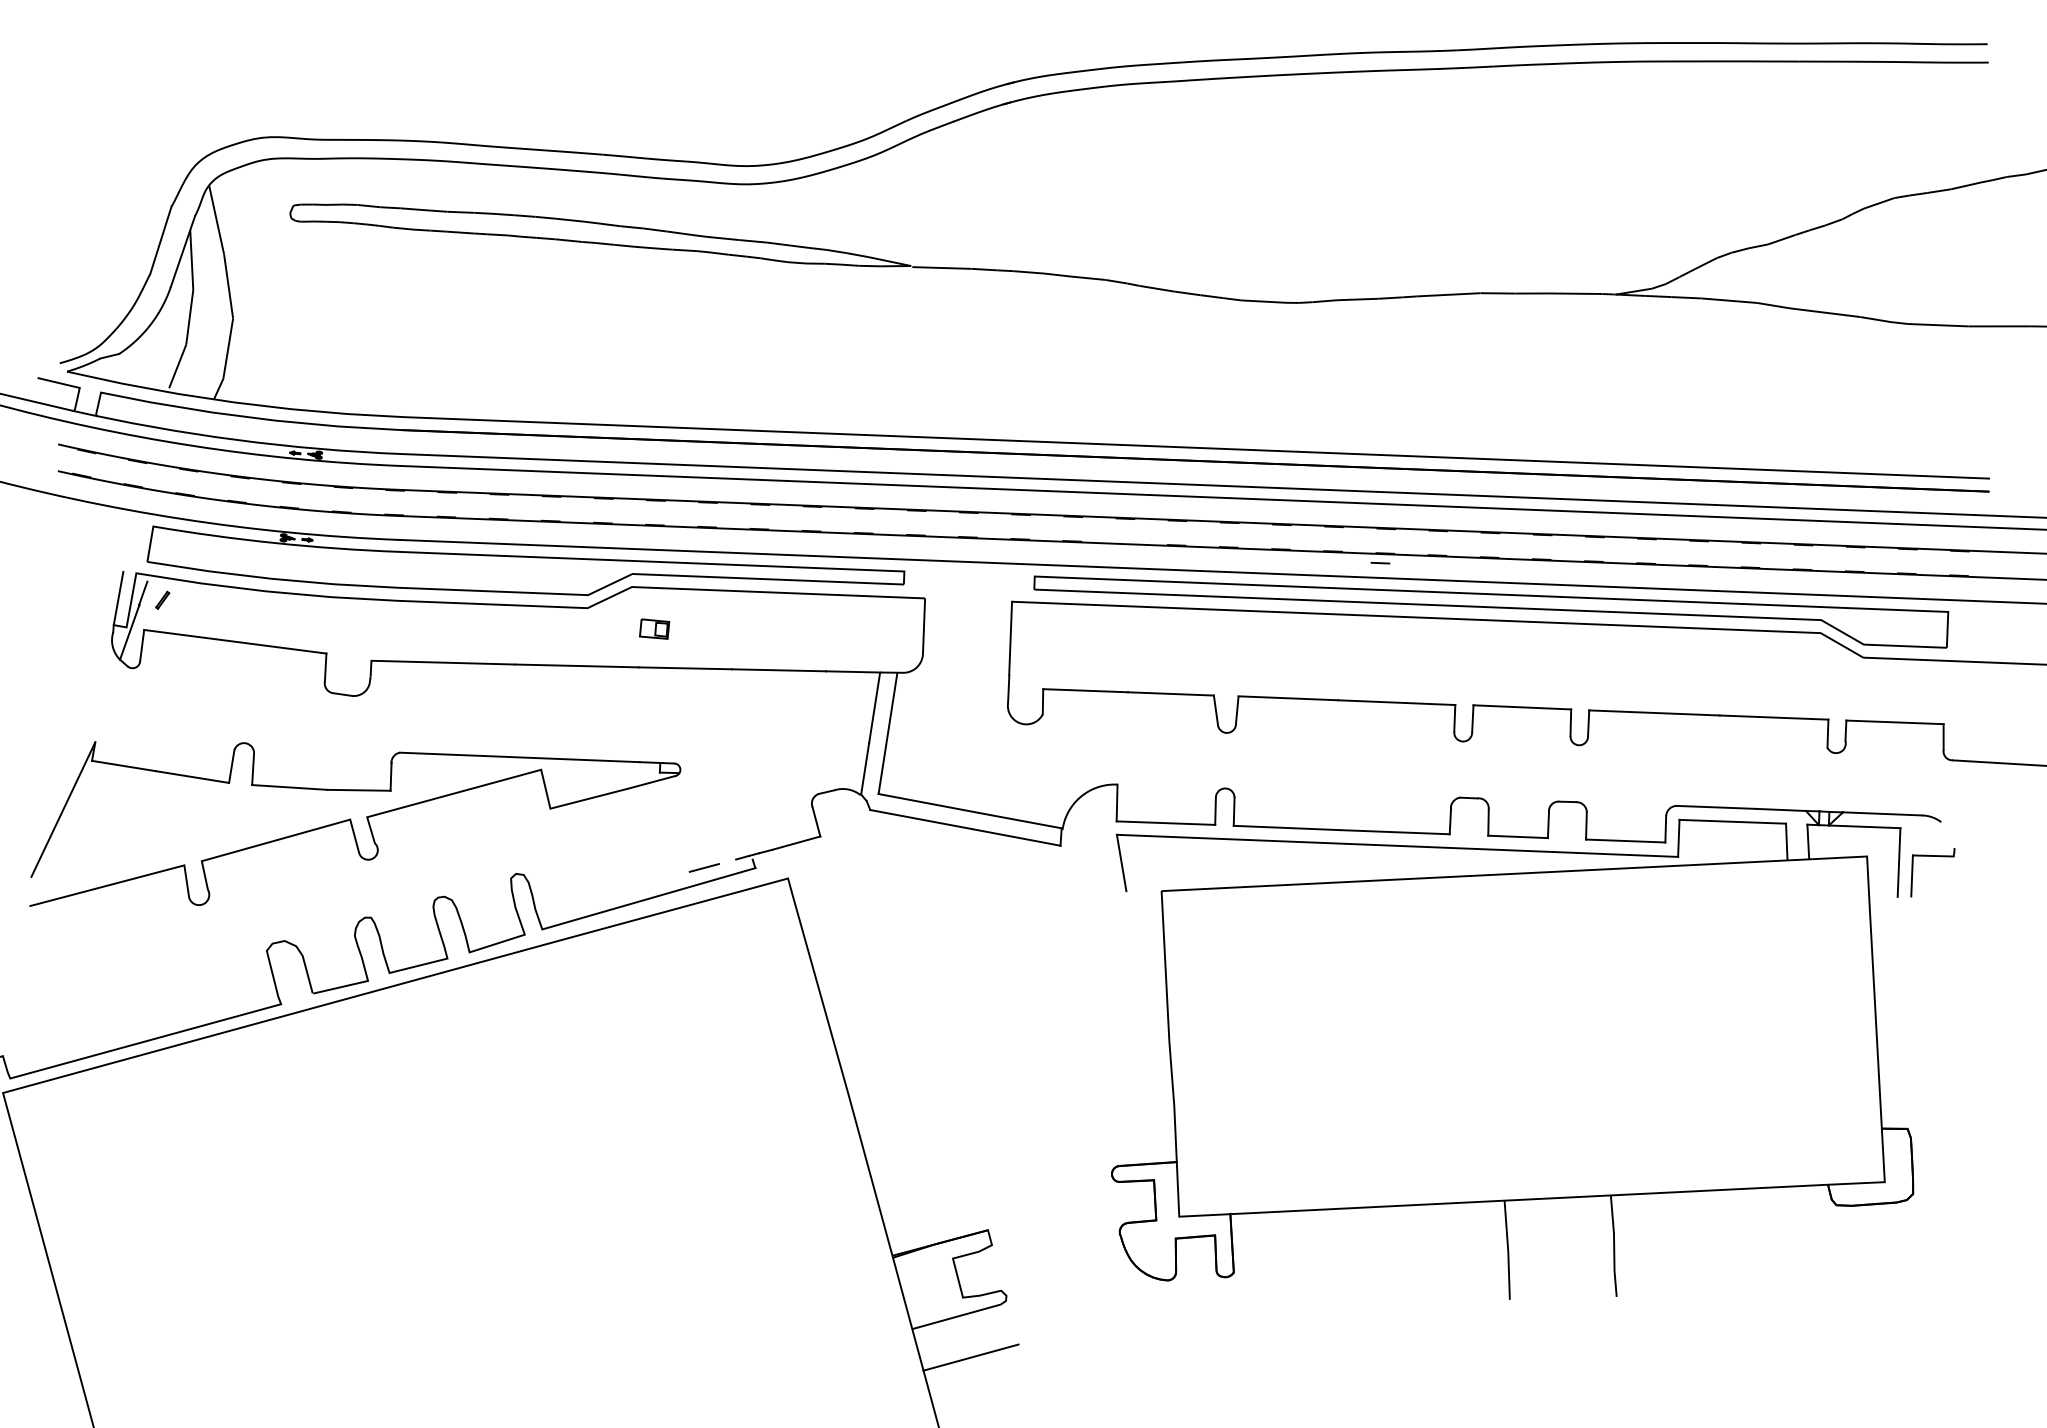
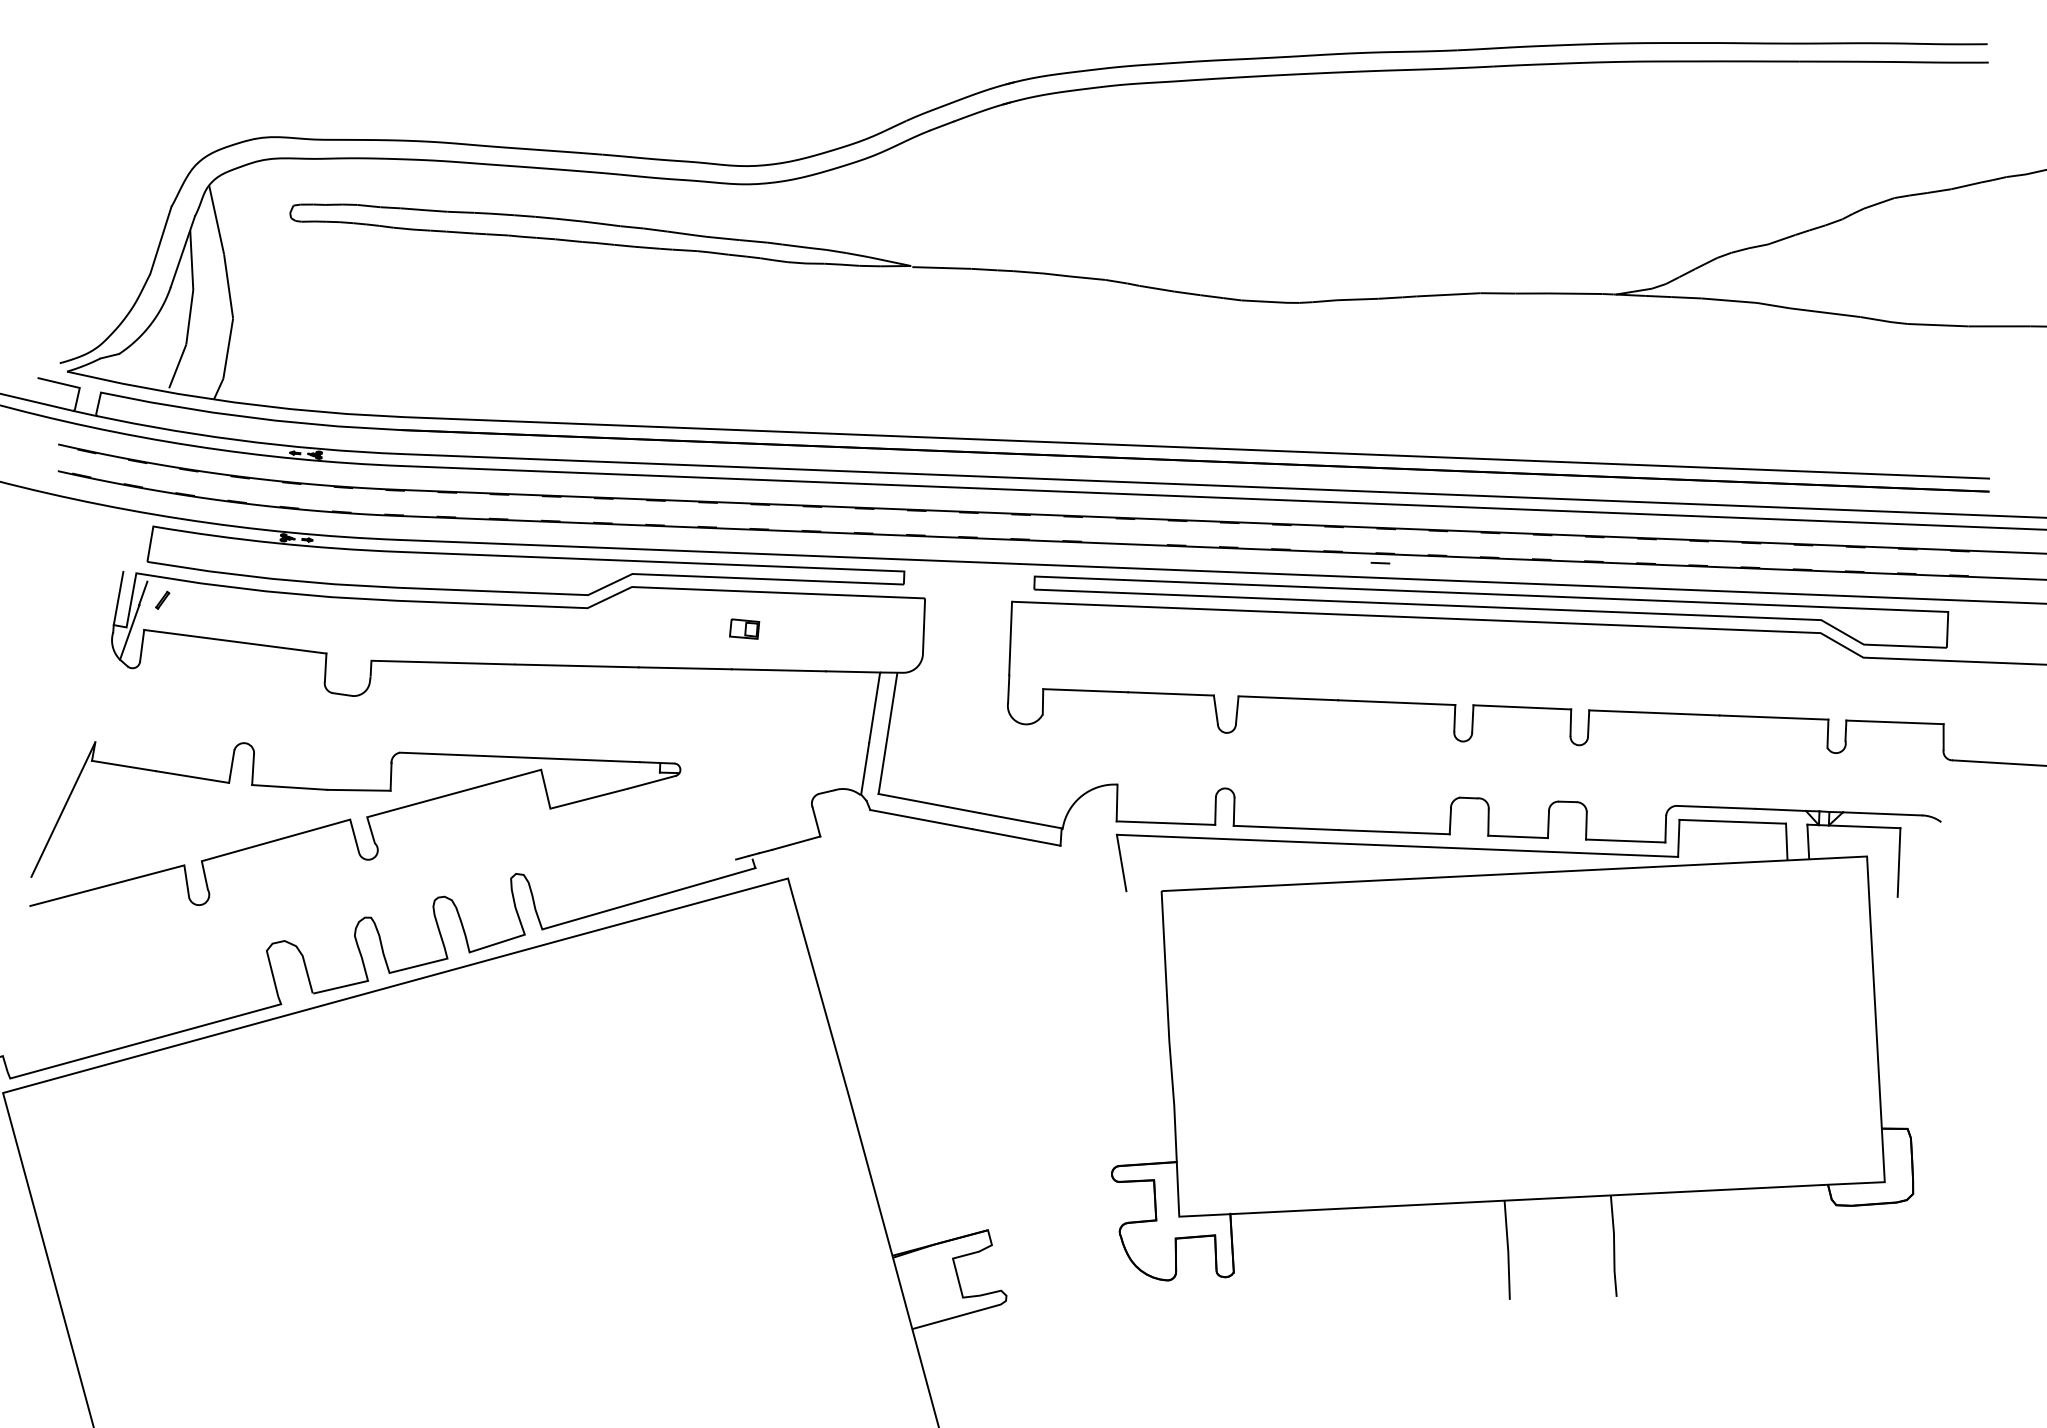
part at (654, 628) position: (654, 628) -> (744, 628)
part at (1932, 856): present -> none
line at (703, 867): present -> none
line at (970, 1357): present -> none
